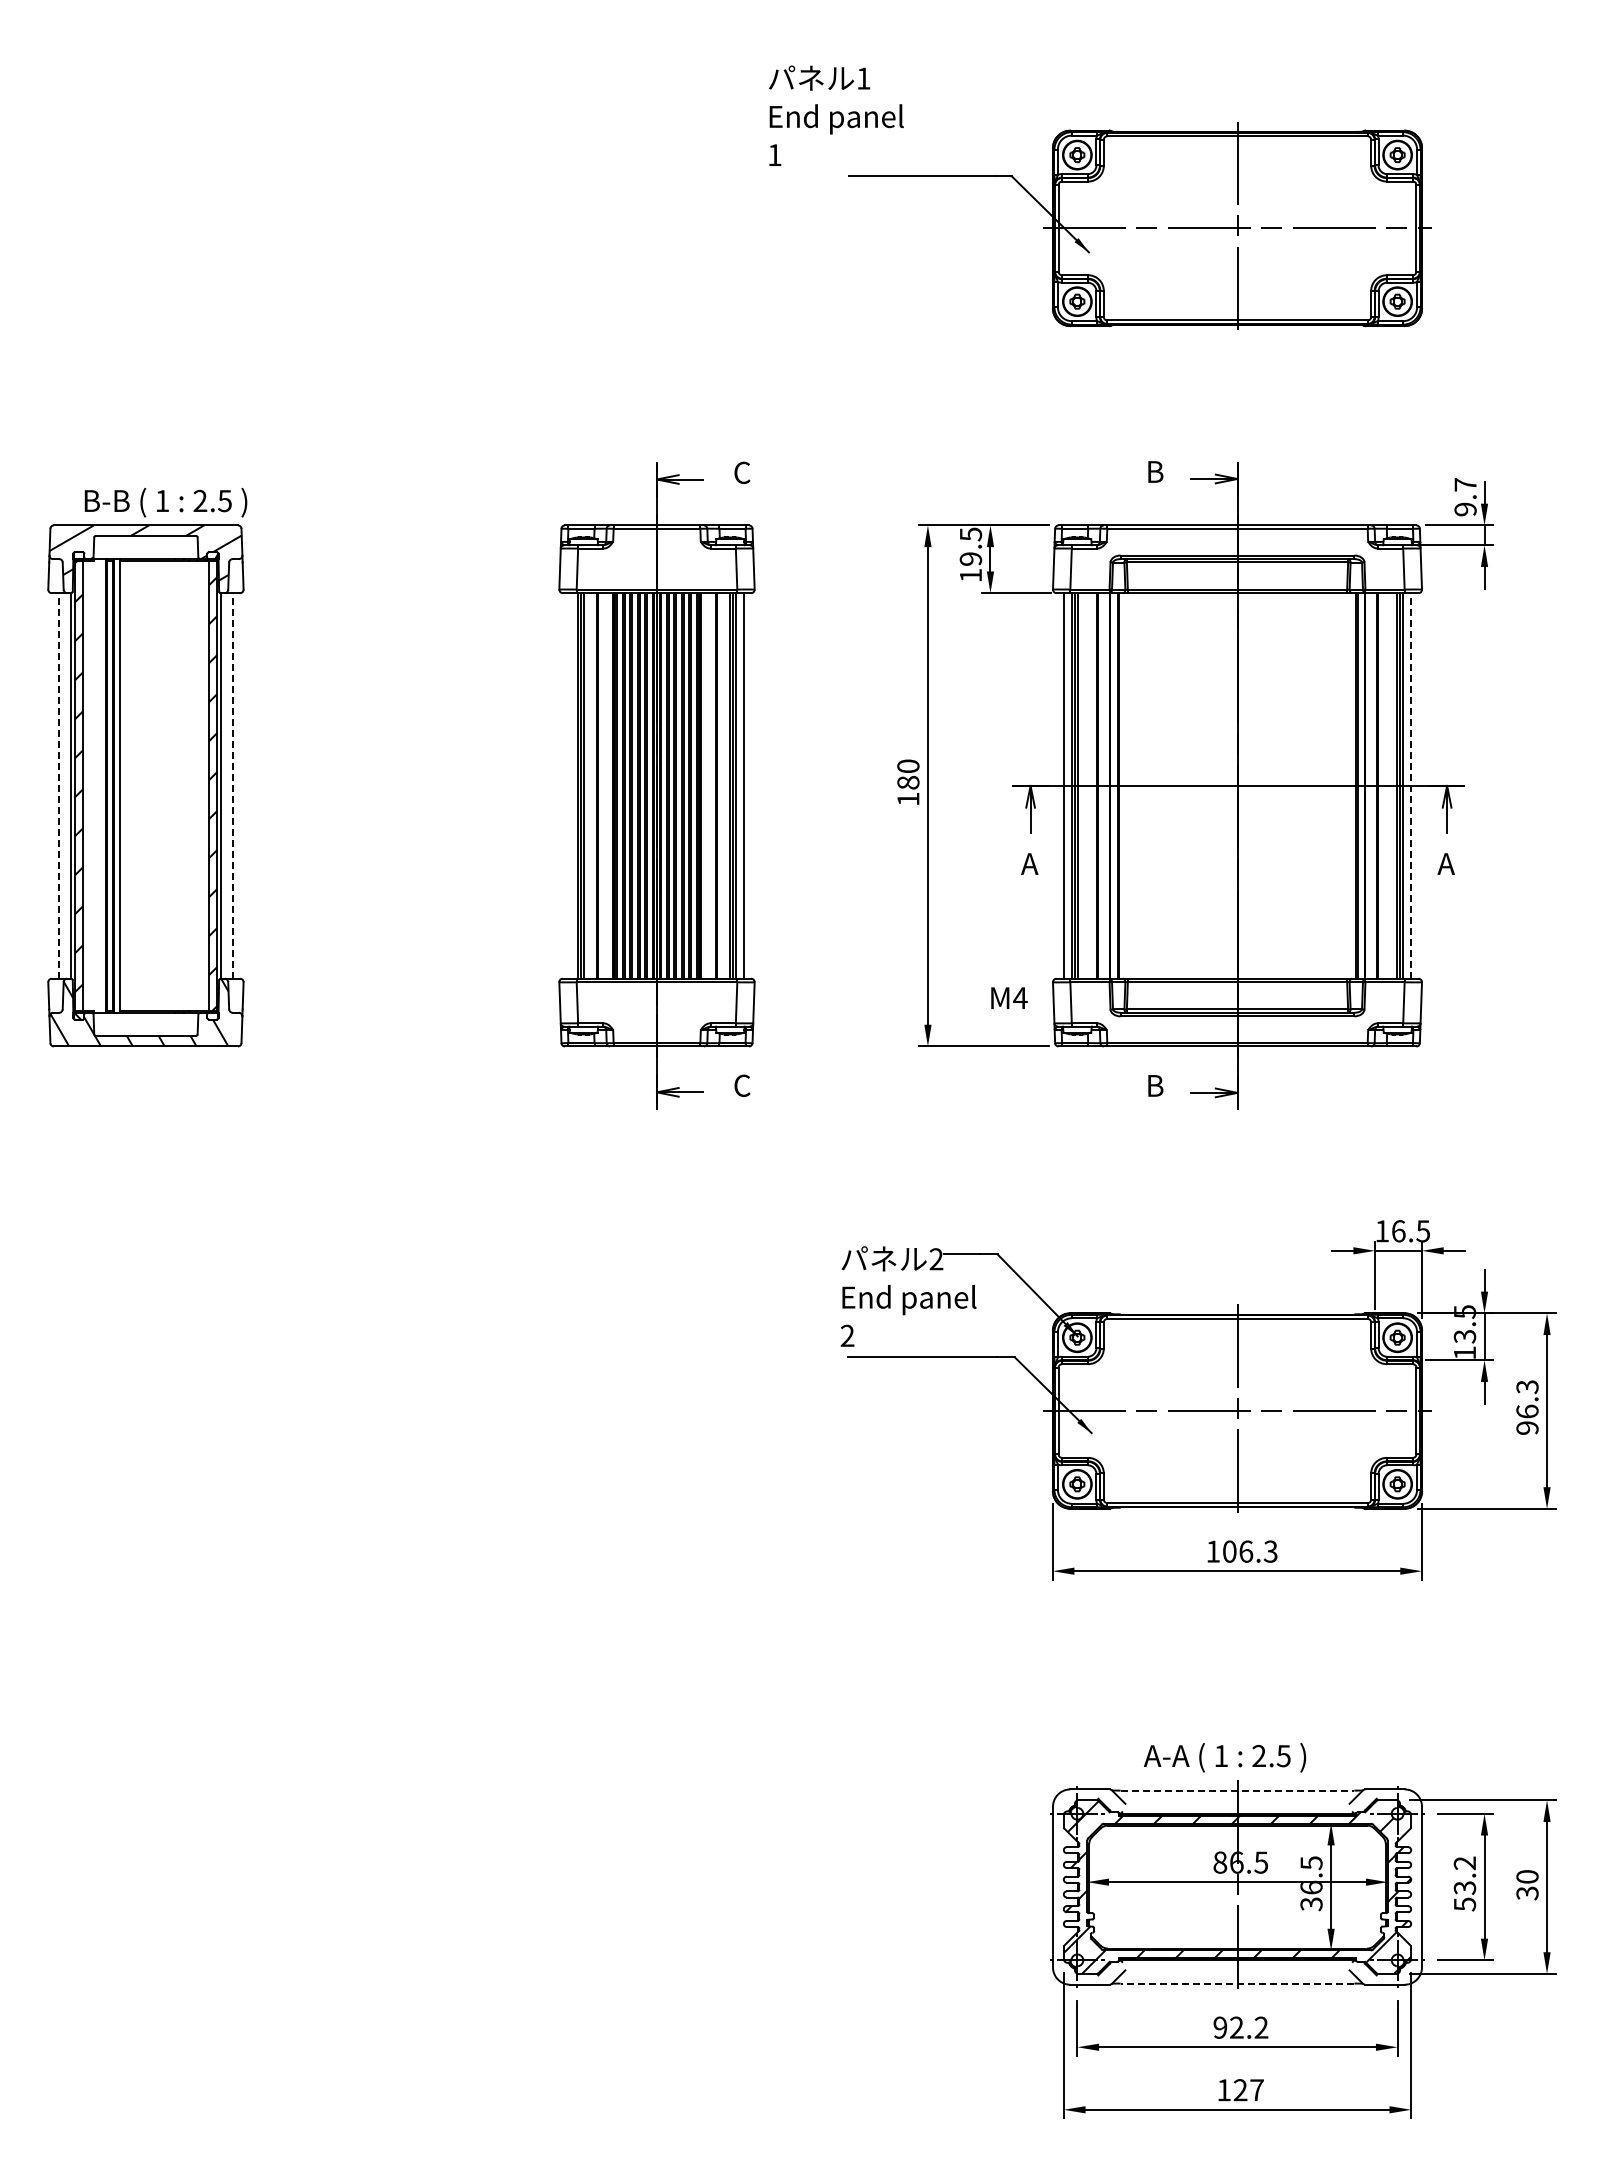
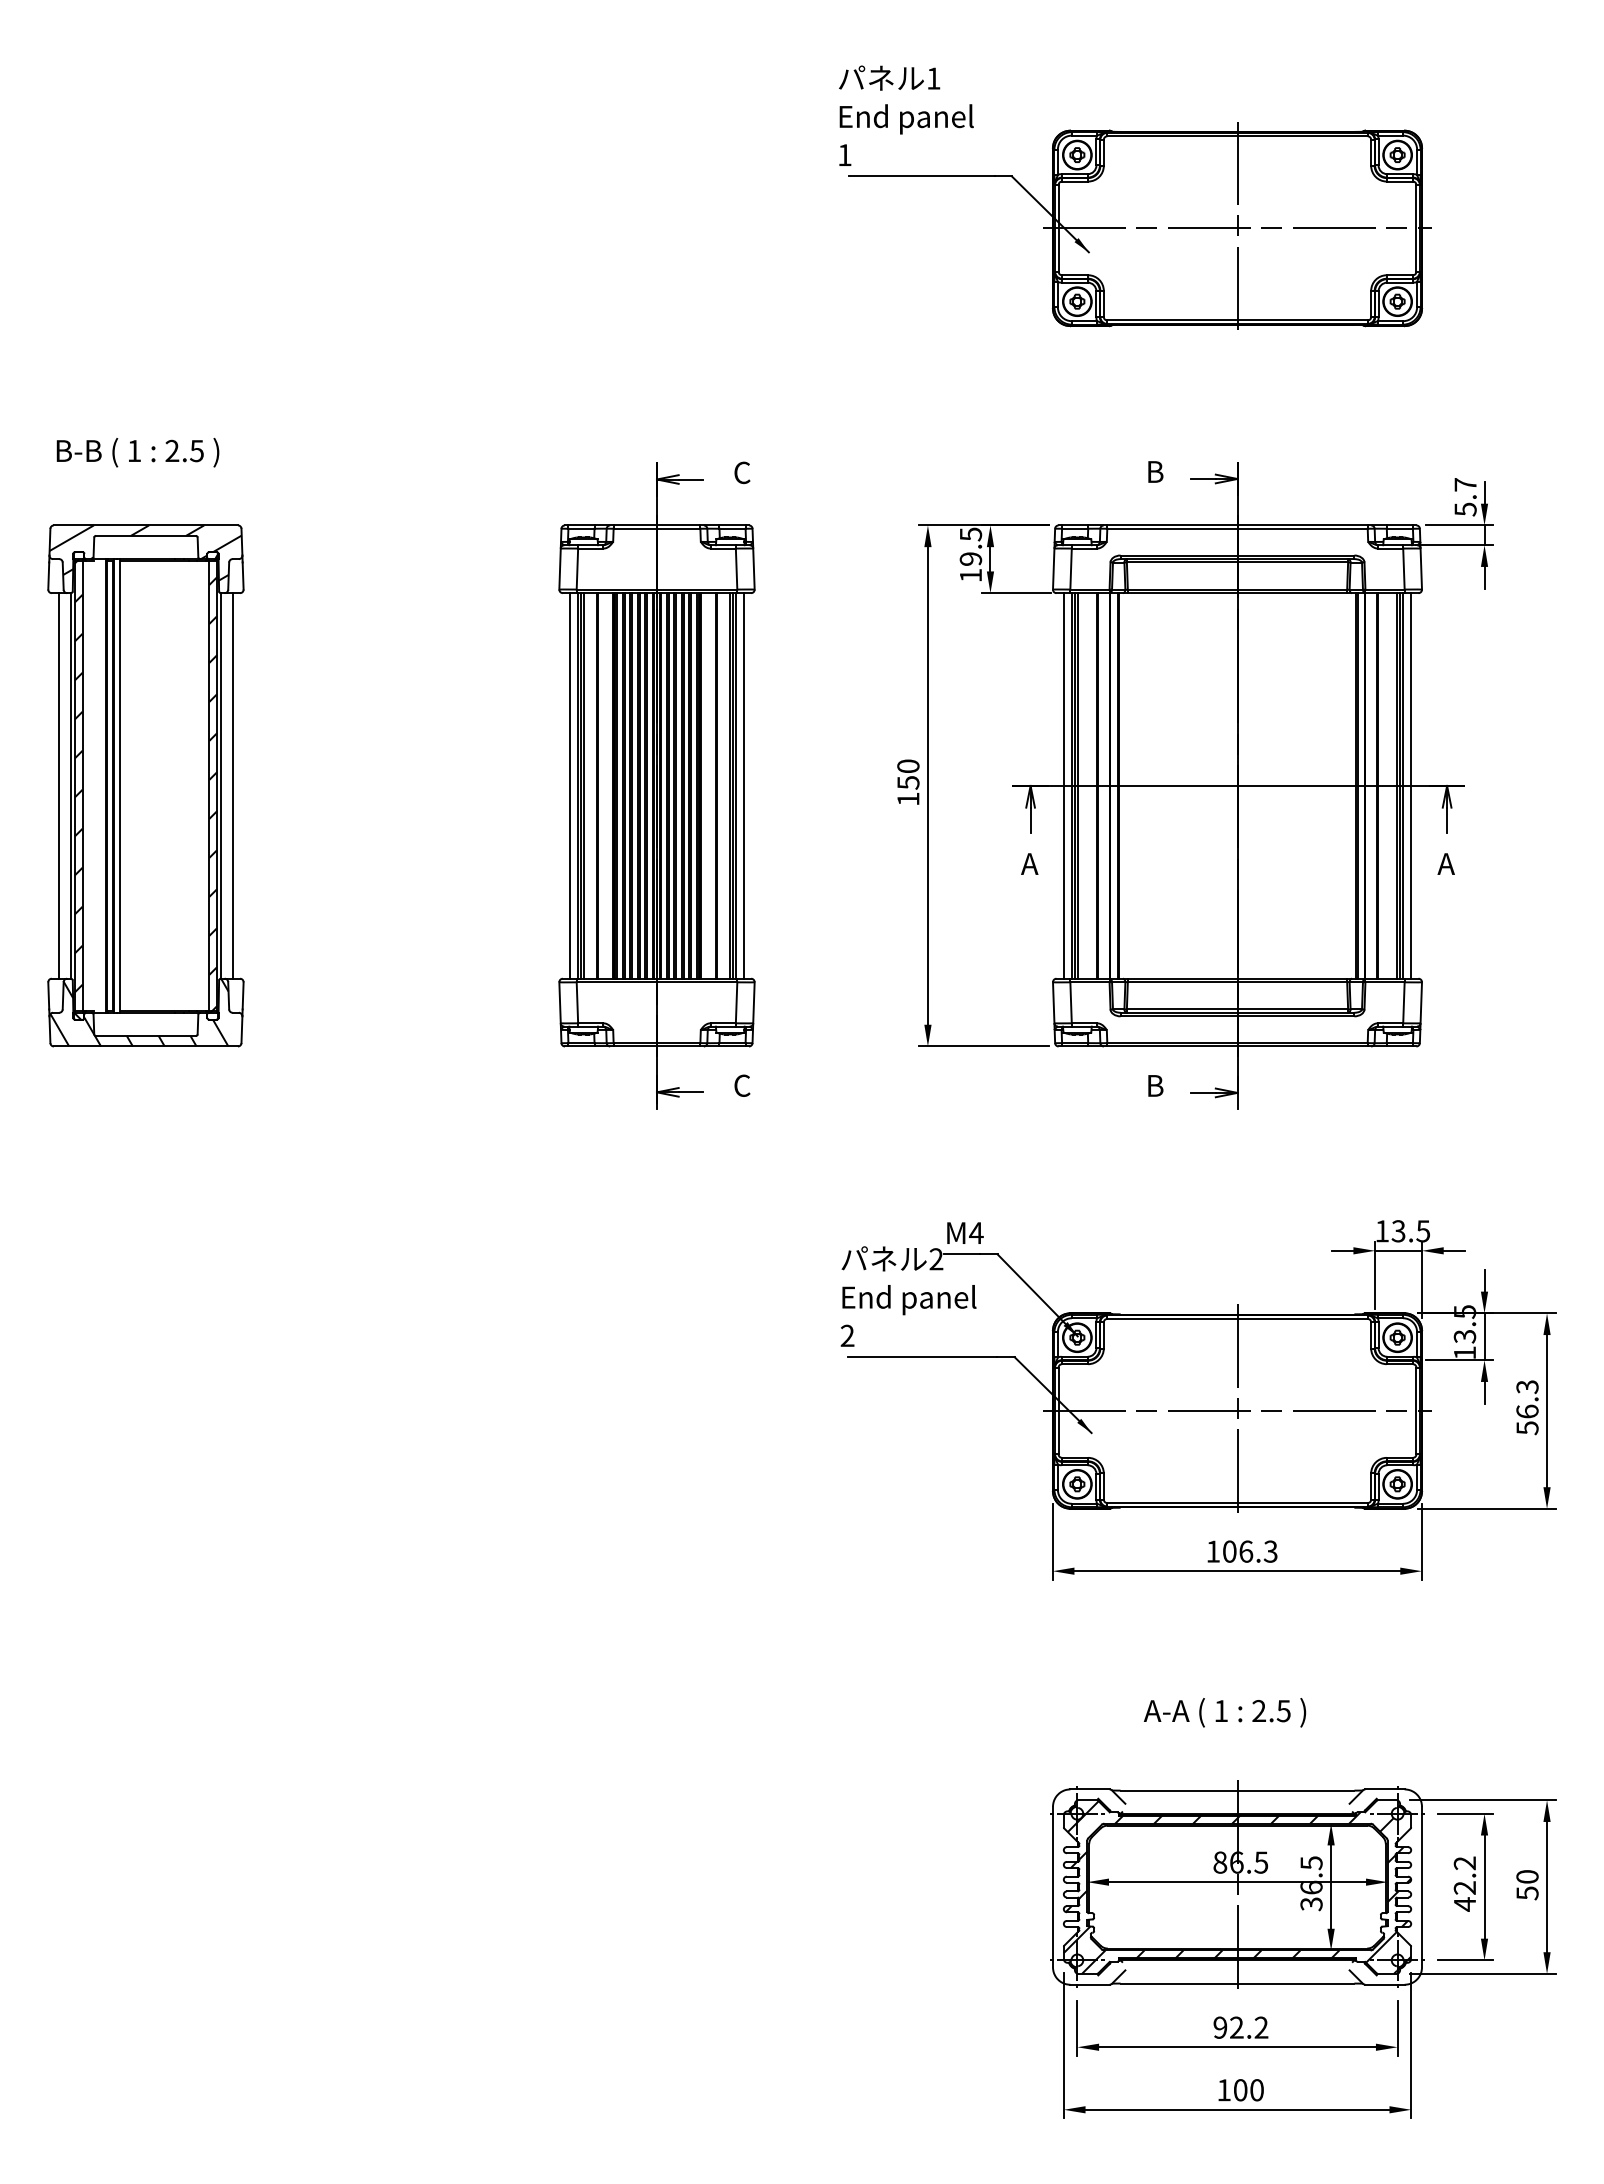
text at (836, 115) position: (836, 115) -> (906, 115)
text at (165, 502) position: (165, 502) -> (137, 452)
text at (1465, 509): 9.7 -> 5.7
text at (908, 782): 180 -> 150
line at (59, 785): dashed -> solid
line at (232, 785): dashed -> solid
line at (570, 785): none -> present
line at (1411, 785): dashed -> solid
text at (1009, 997) position: (1009, 997) -> (965, 1232)
text at (1398, 1231): 16.5 -> 13.5
text at (1527, 1428): 96.3 -> 56.3
text at (1225, 1757) position: (1225, 1757) -> (1225, 1712)
line at (1237, 1790): dashed -> solid
text at (1527, 1892): 30 -> 50
text at (1465, 1896): 53.2 -> 42.2
line at (1237, 1983): dashed -> solid
text at (1248, 2090): 127 -> 100
